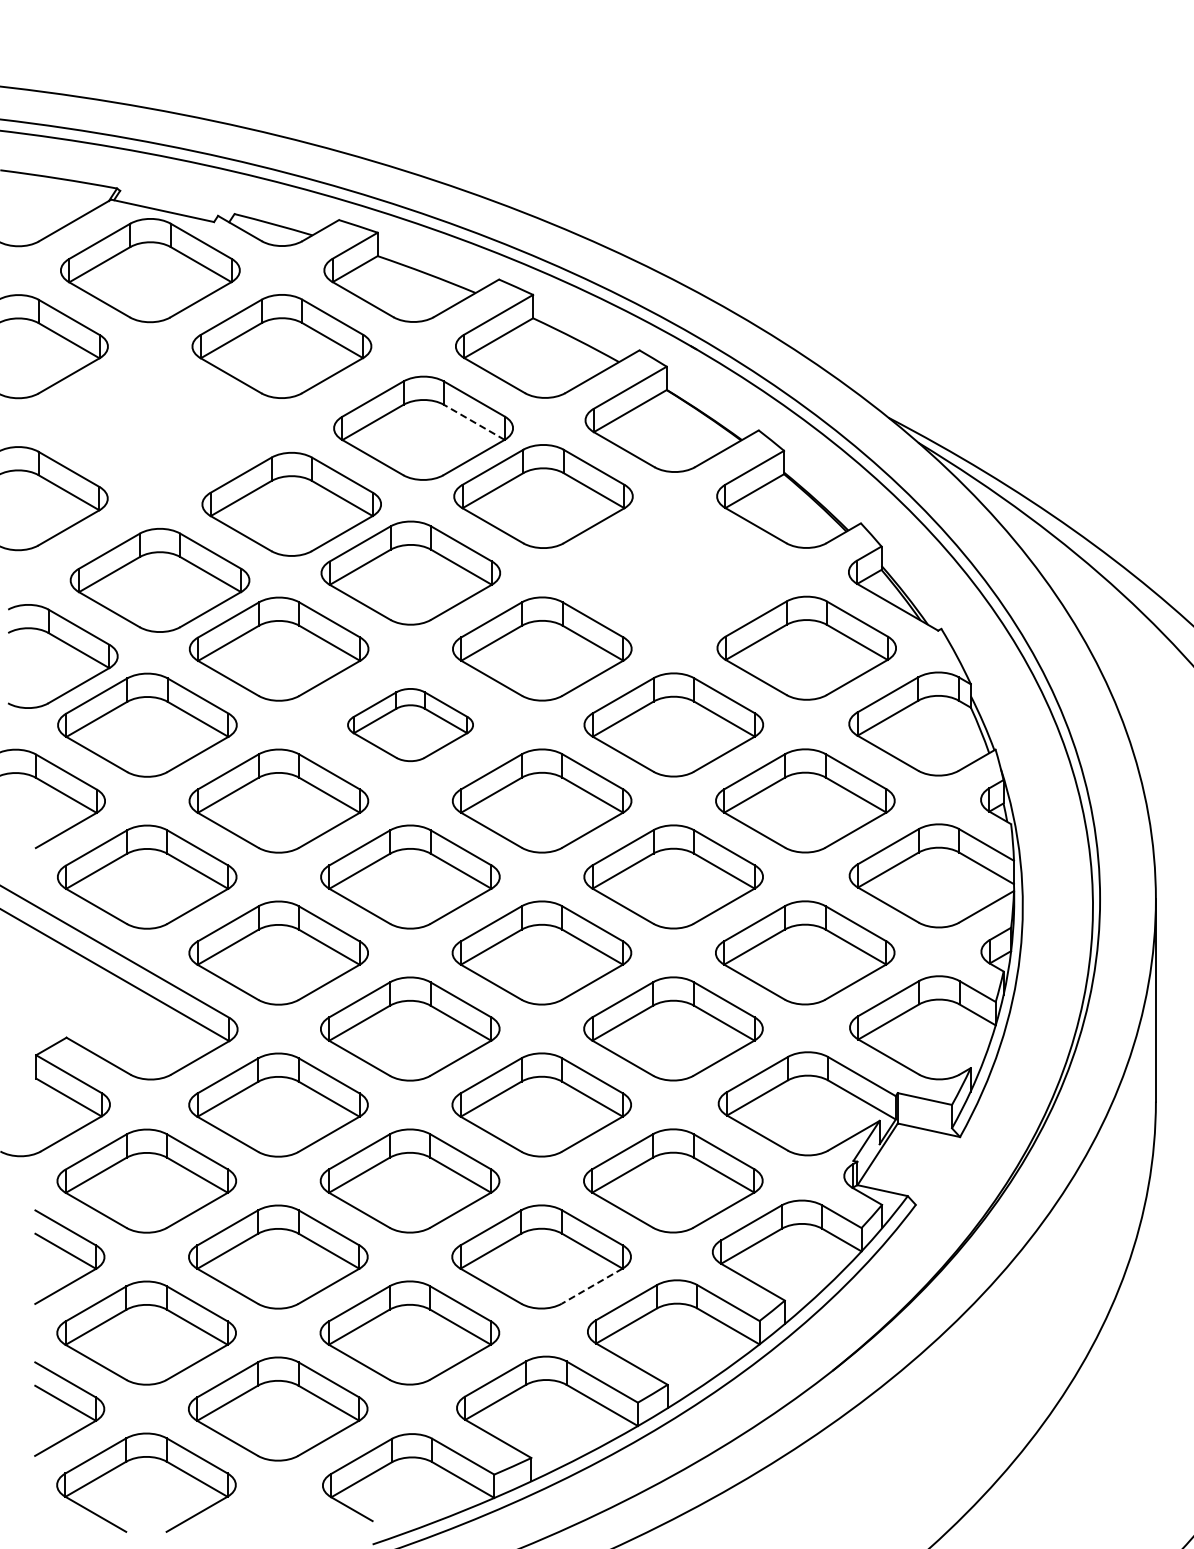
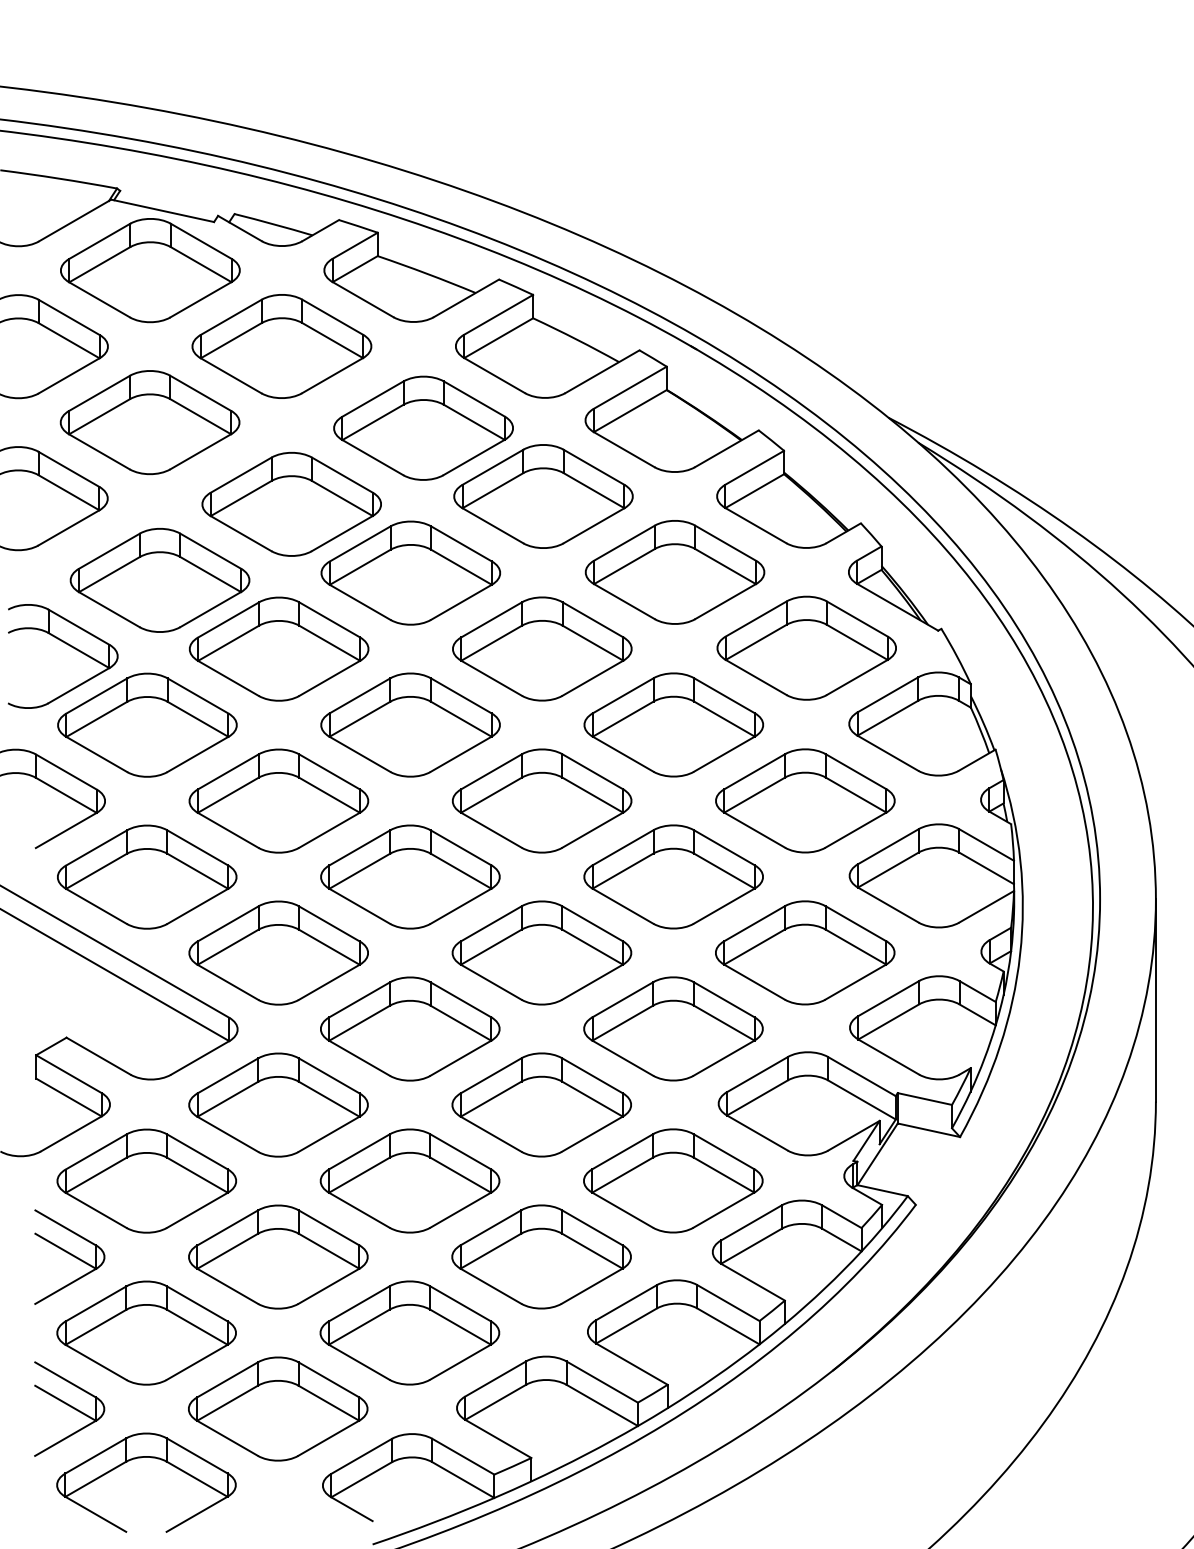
part at (149, 422): none -> present
line at (473, 422): dashed -> solid
part at (674, 572): none -> present
part at (410, 725) size: 127x75 px -> 181x106 px
line at (591, 1286): dashed -> solid
